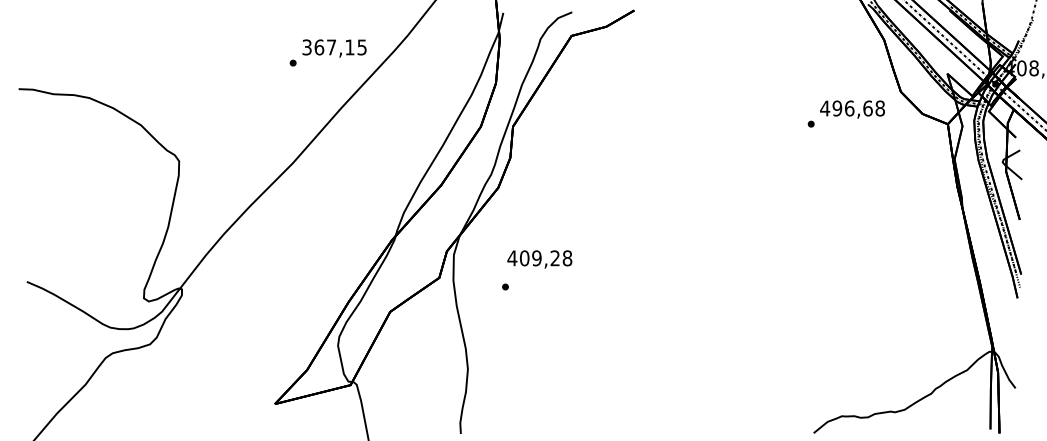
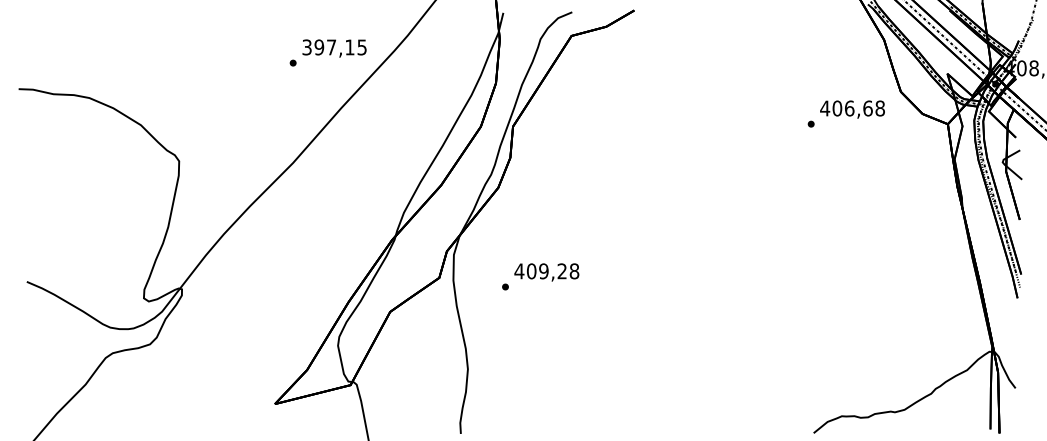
text at (319, 47): 367,15 -> 397,15
text at (837, 108): 496,68 -> 406,68
text at (539, 259) position: (539, 259) -> (546, 272)
